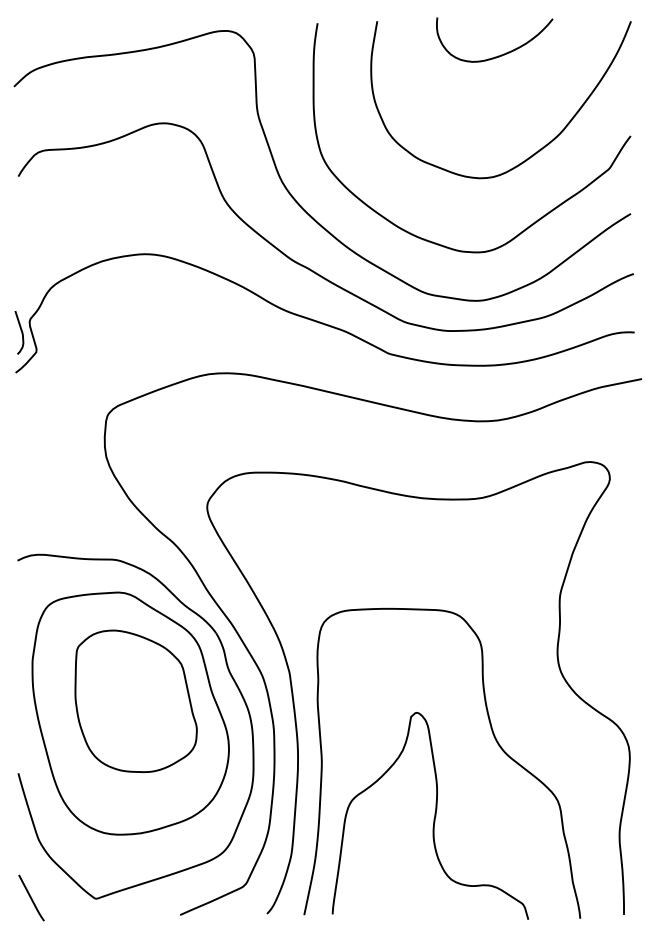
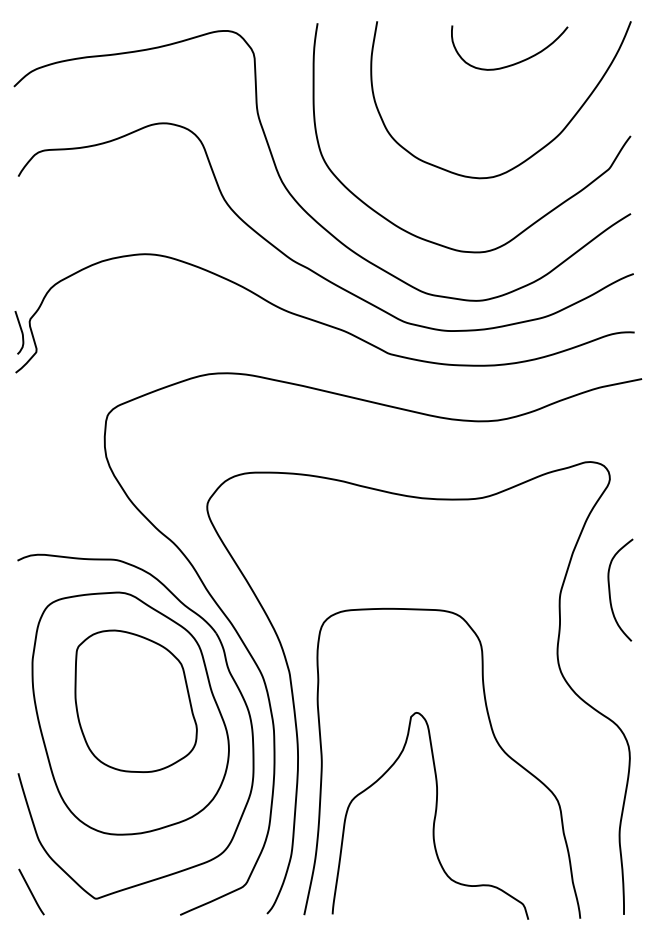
curve at (498, 55) position: (498, 55) -> (513, 63)
curve at (610, 589): none -> present
line at (31, 897) position: (31, 897) -> (31, 891)
